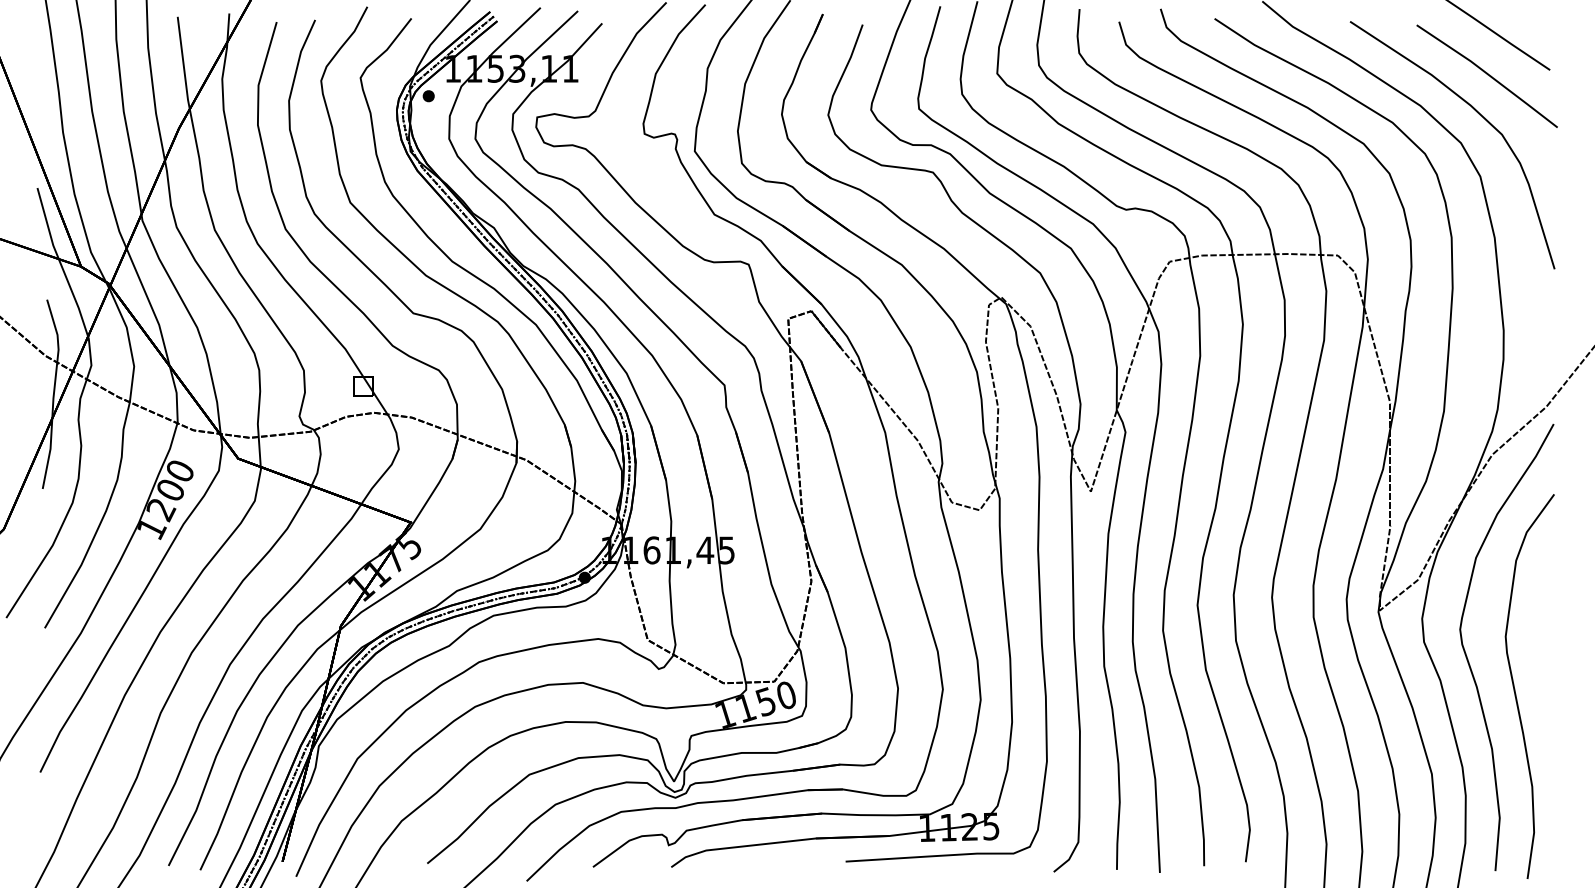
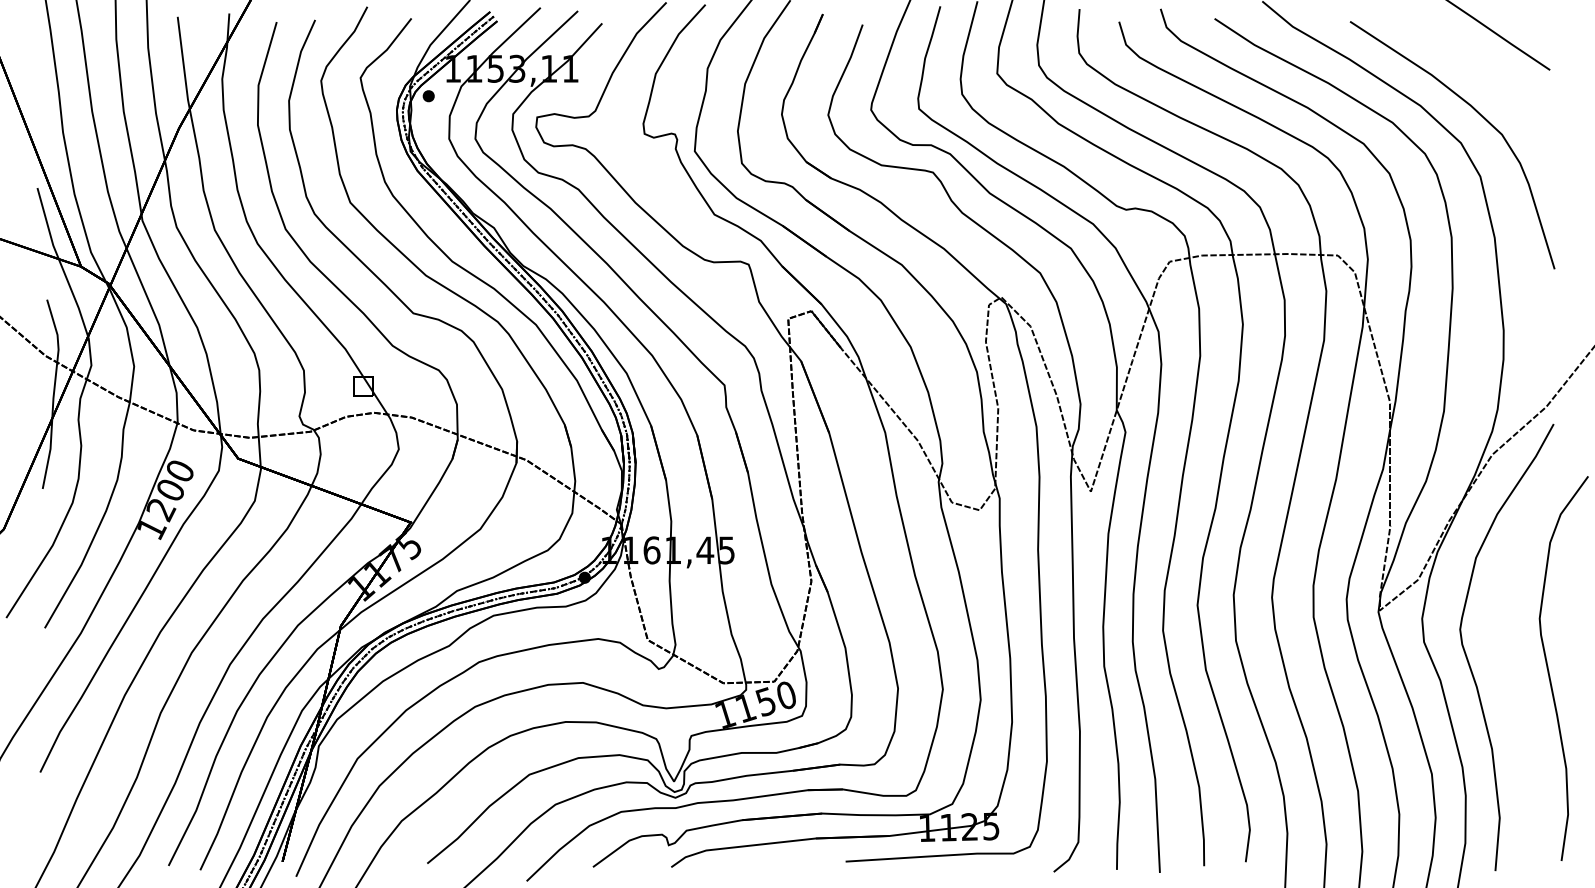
line at (1486, 74): present -> none
curve at (1515, 688) position: (1515, 688) -> (1549, 670)
